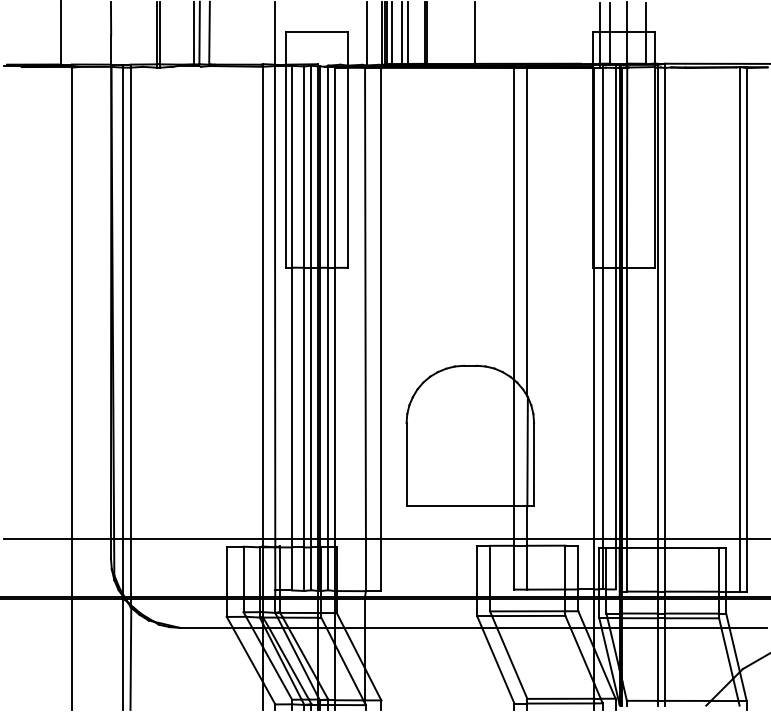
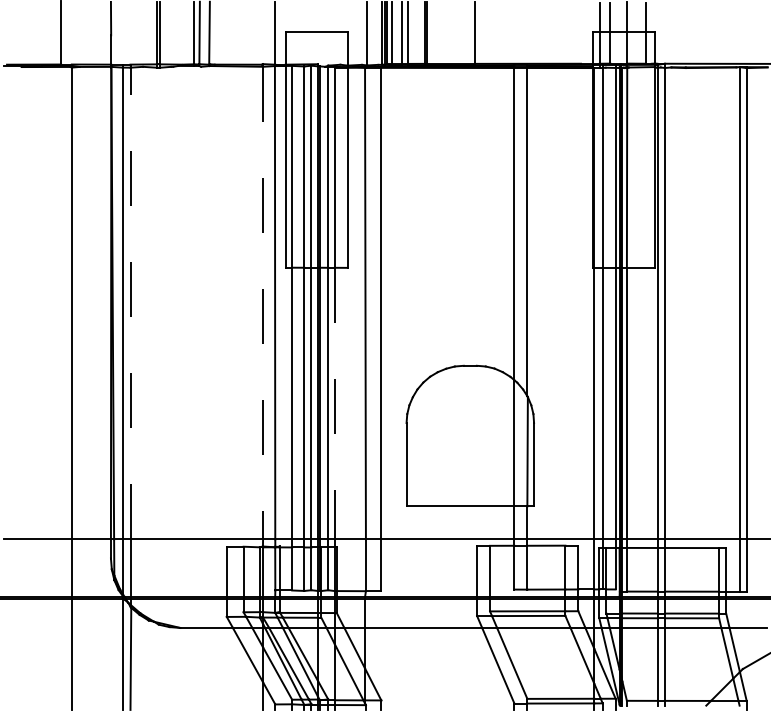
line at (130, 303): solid -> dashed
line at (263, 303): solid -> dashed
line at (334, 403): solid -> dashed
